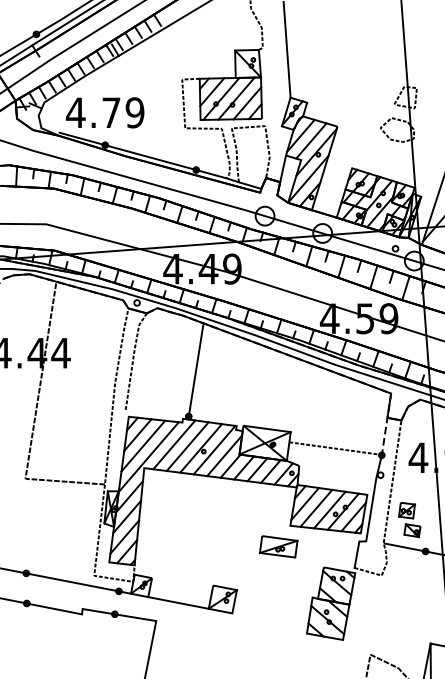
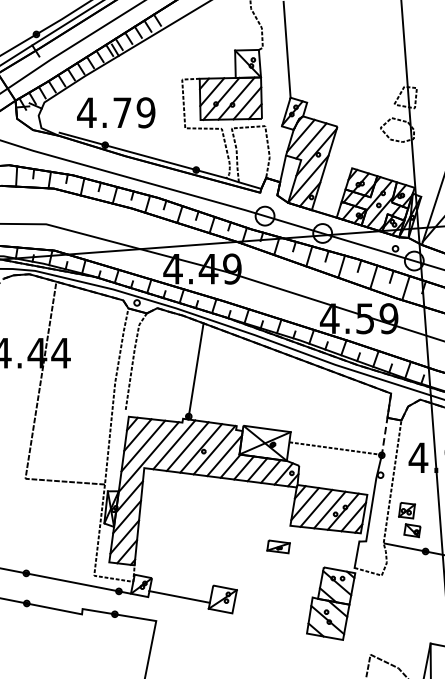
text at (105, 112) position: (105, 112) -> (116, 112)
part at (278, 546) size: 41x24 px -> 25x16 px
line at (178, 602) position: (178, 602) -> (179, 596)
